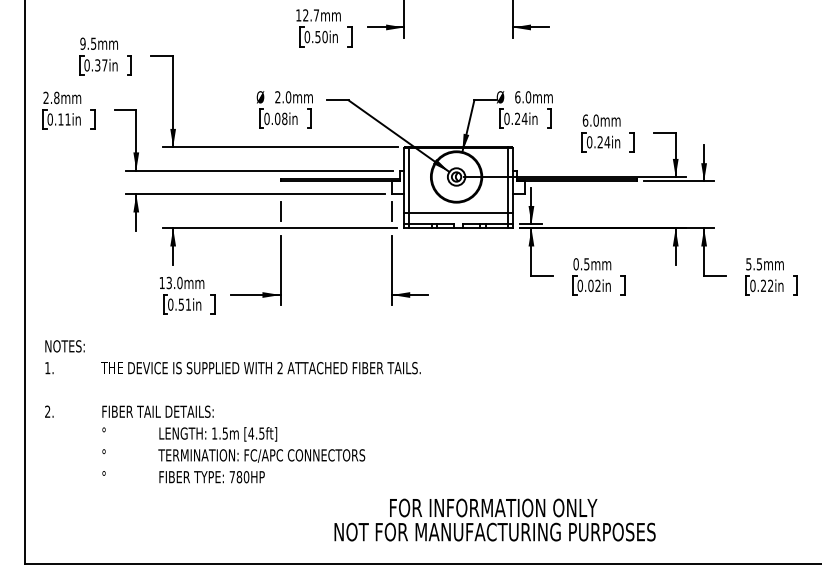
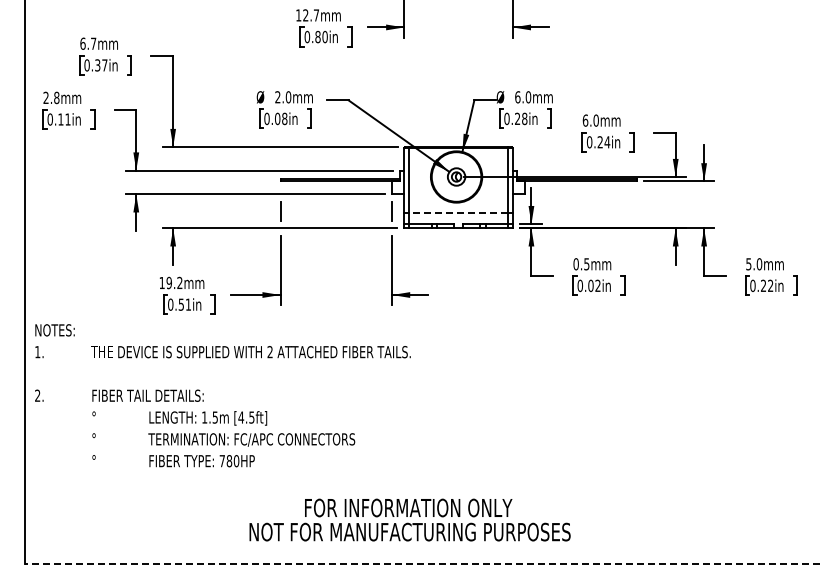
text at (317, 37): 0.50in -> 0.80in
text at (88, 43): 9.5mm -> 6.7mm
text at (524, 118): 0.24in -> 0.28in
line at (458, 212): solid -> dashed
text at (759, 264): 5.5mm -> 5.0mm
text at (174, 283): 13.0mm -> 19.2mm
text at (232, 411) position: (232, 411) -> (222, 395)
text at (494, 519) position: (494, 519) -> (409, 519)
line at (422, 563): solid -> dashed
